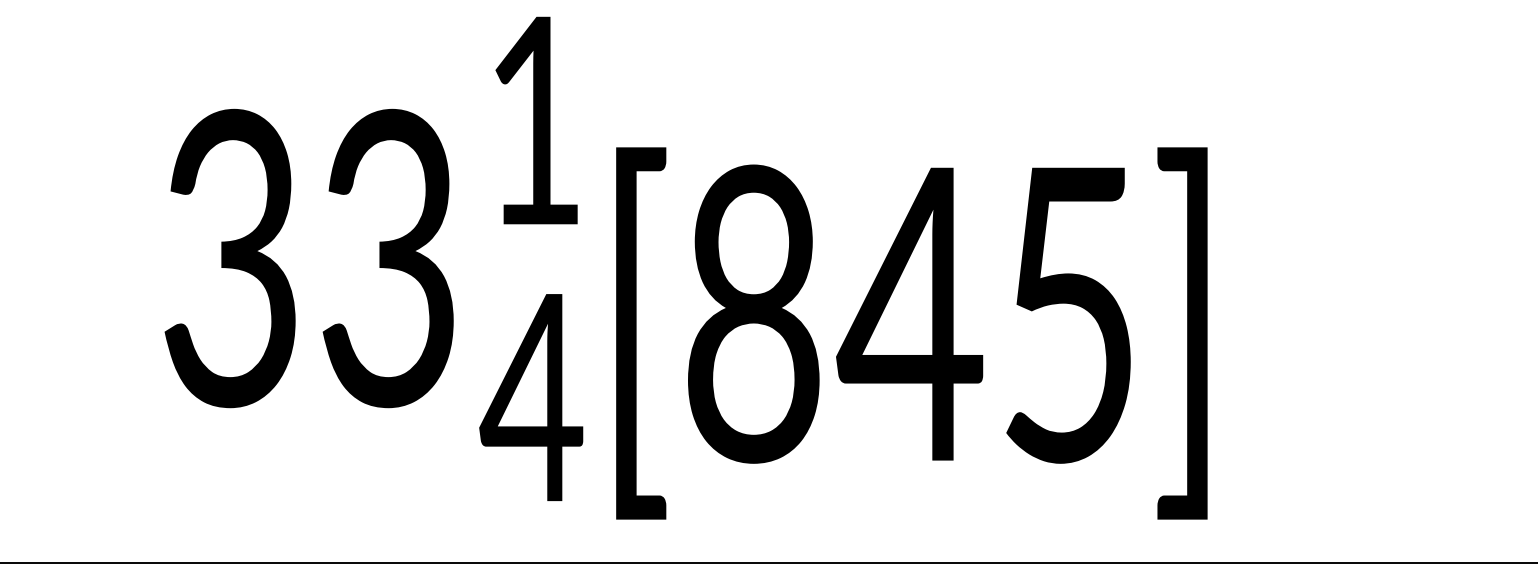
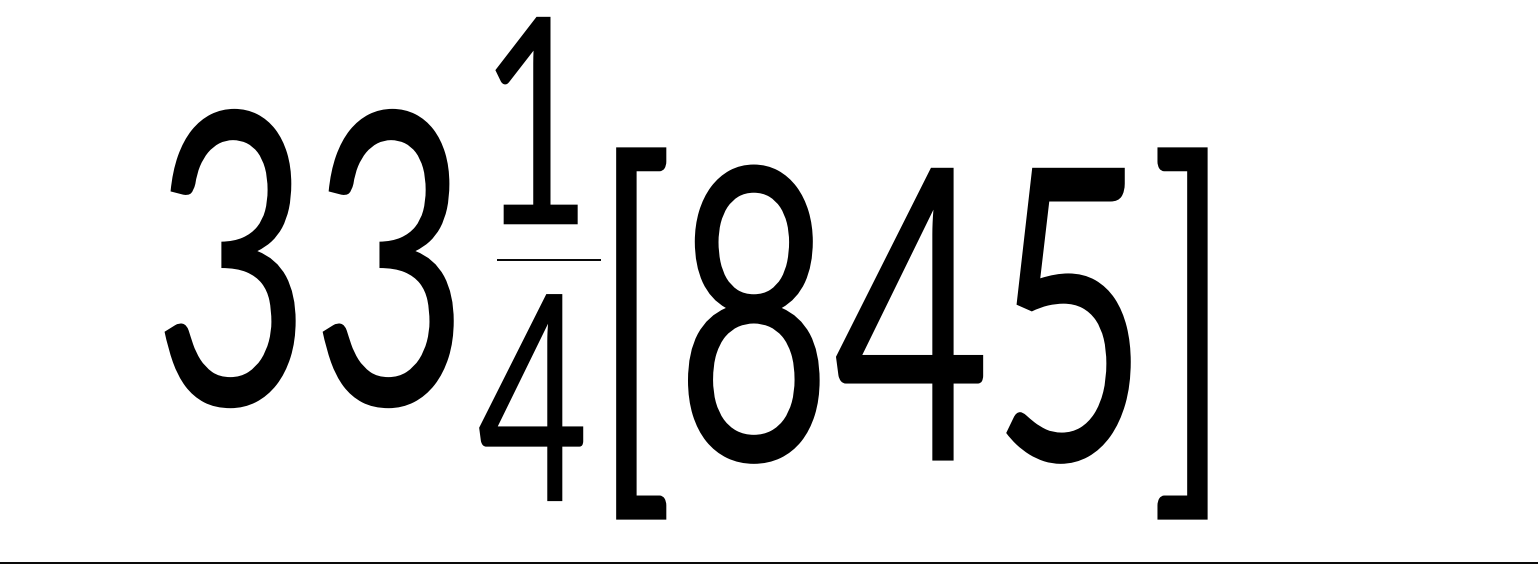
line at (548, 259): none -> present
